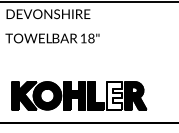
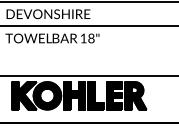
line at (88, 26): none -> present
line at (88, 75): none -> present
fill at (113, 95): none -> present
